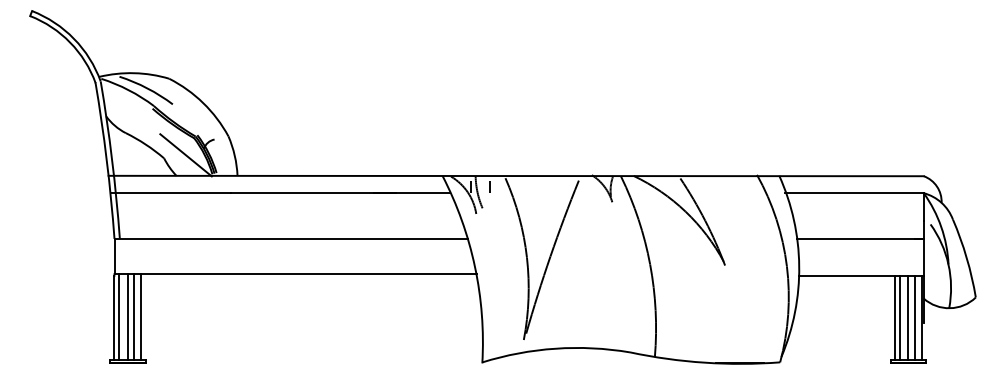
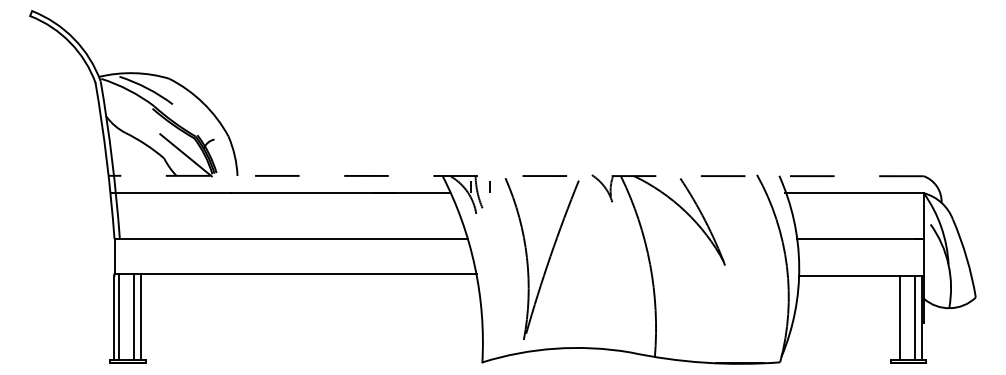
line at (516, 176): solid -> dashed
line at (127, 316): present -> none
line at (895, 317): present -> none
line at (908, 317): present -> none
